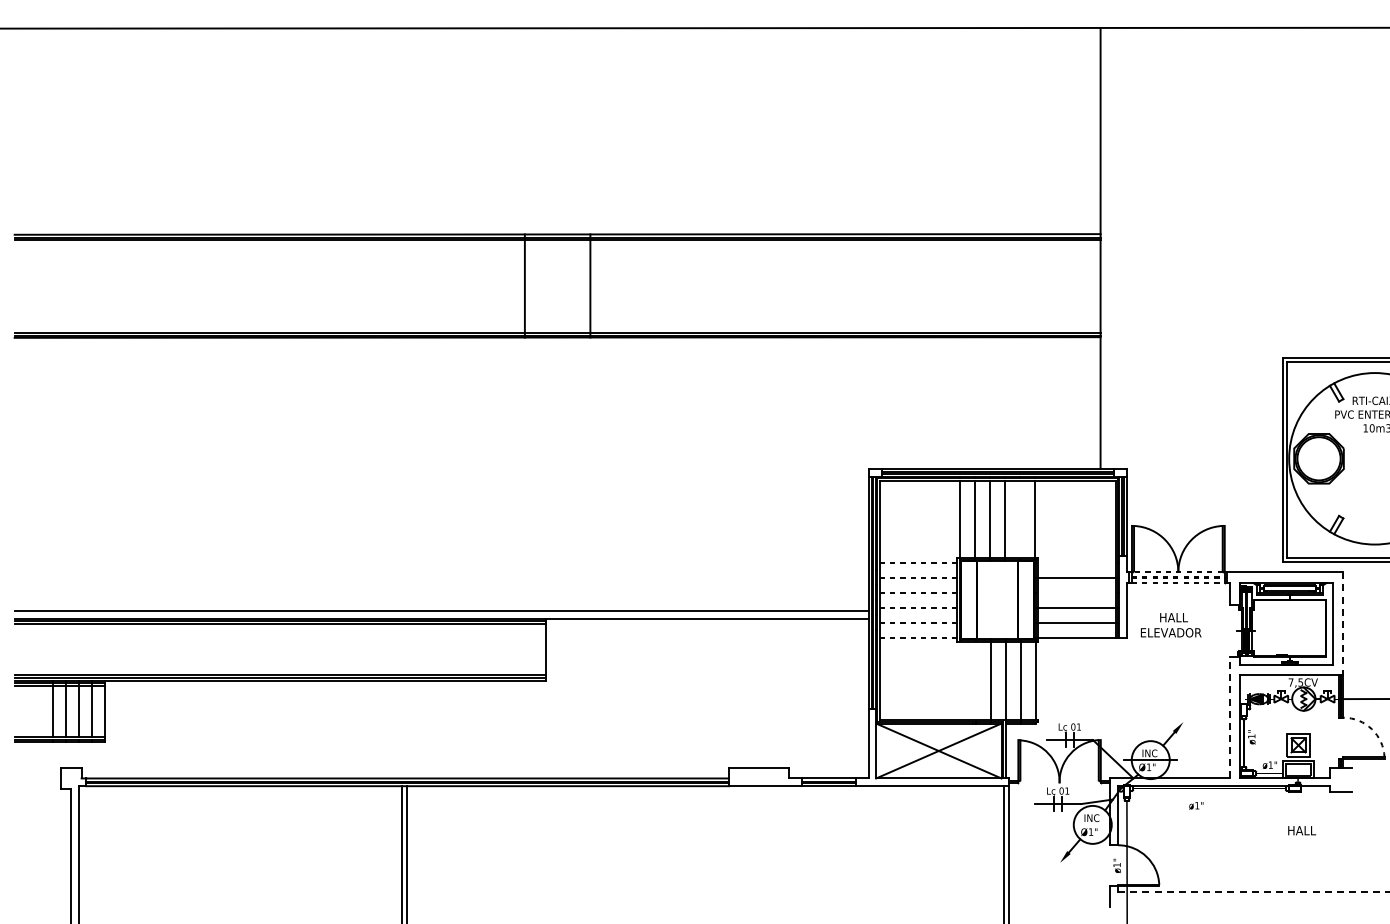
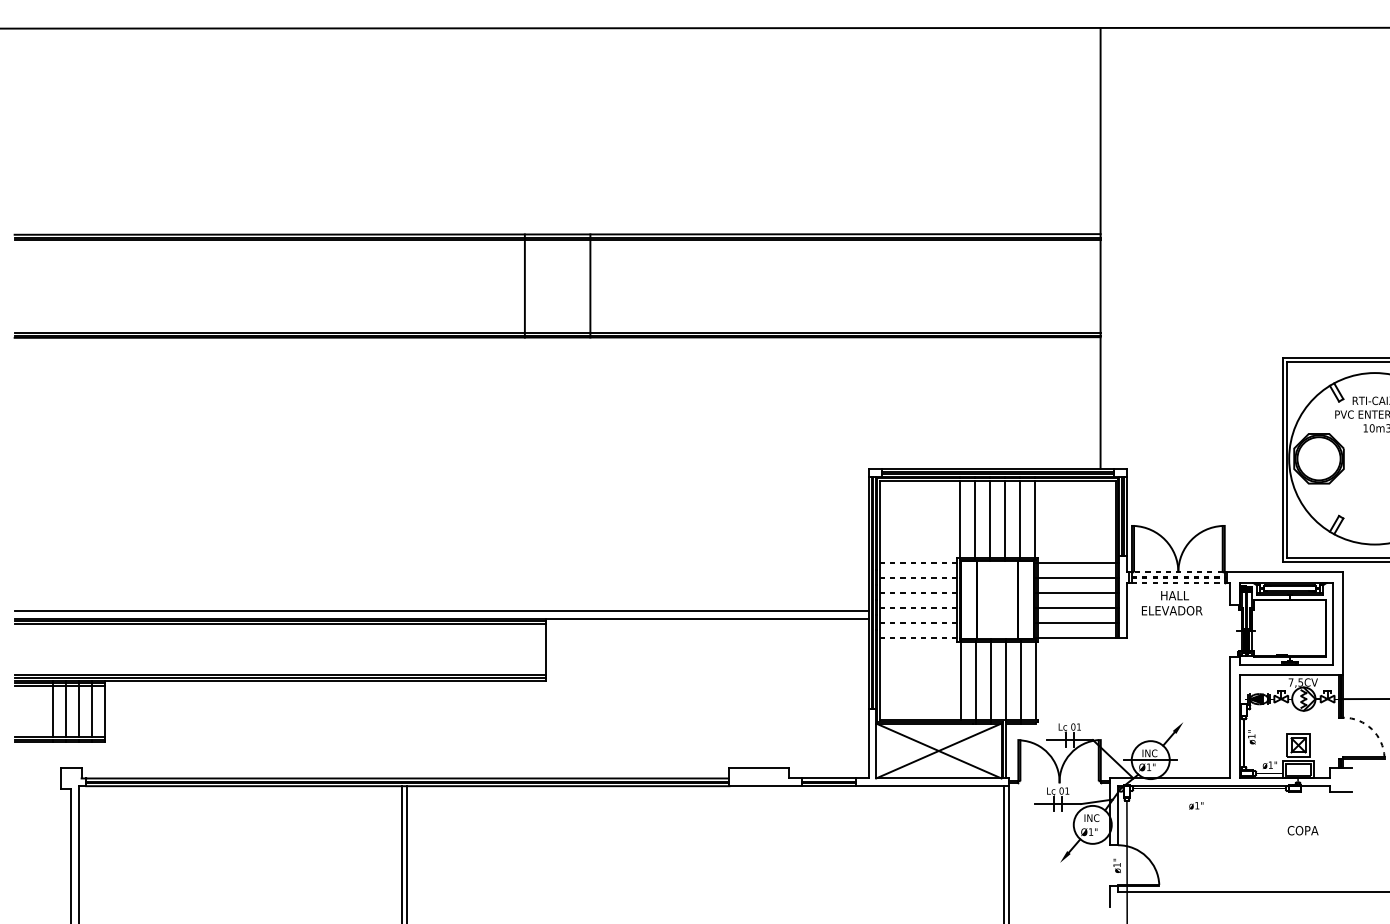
line at (1020, 518): none -> present
line at (1076, 562): none -> present
line at (1076, 592): none -> present
line at (1343, 623): dashed -> solid
text at (1171, 625) position: (1171, 625) -> (1172, 603)
line at (960, 680): none -> present
line at (975, 680): none -> present
line at (1229, 717): dashed -> solid
text at (1302, 830): HALL -> COPA
line at (1253, 892): dashed -> solid
